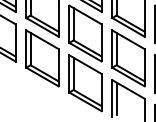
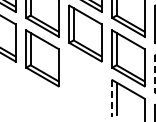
line at (155, 73): solid -> dashed
part at (85, 83): present -> none
line at (112, 98): solid -> dashed
